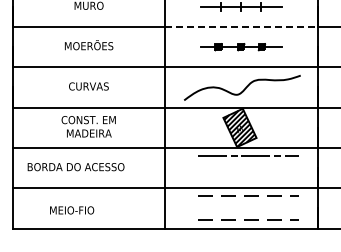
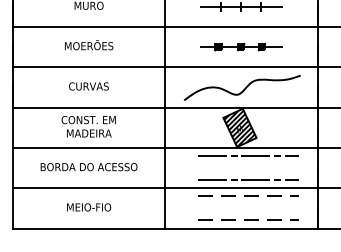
line at (241, 27): dashed -> solid
text at (75, 167) position: (75, 167) -> (88, 167)
line at (247, 179): none -> present
text at (72, 210) position: (72, 210) -> (89, 207)
